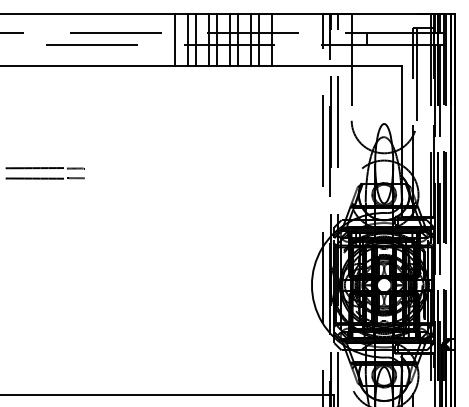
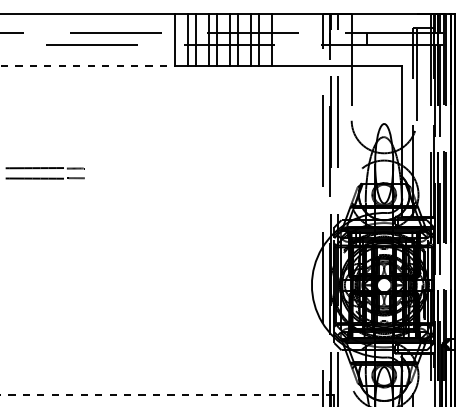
line at (87, 66): solid -> dashed
line at (166, 394): solid -> dashed
